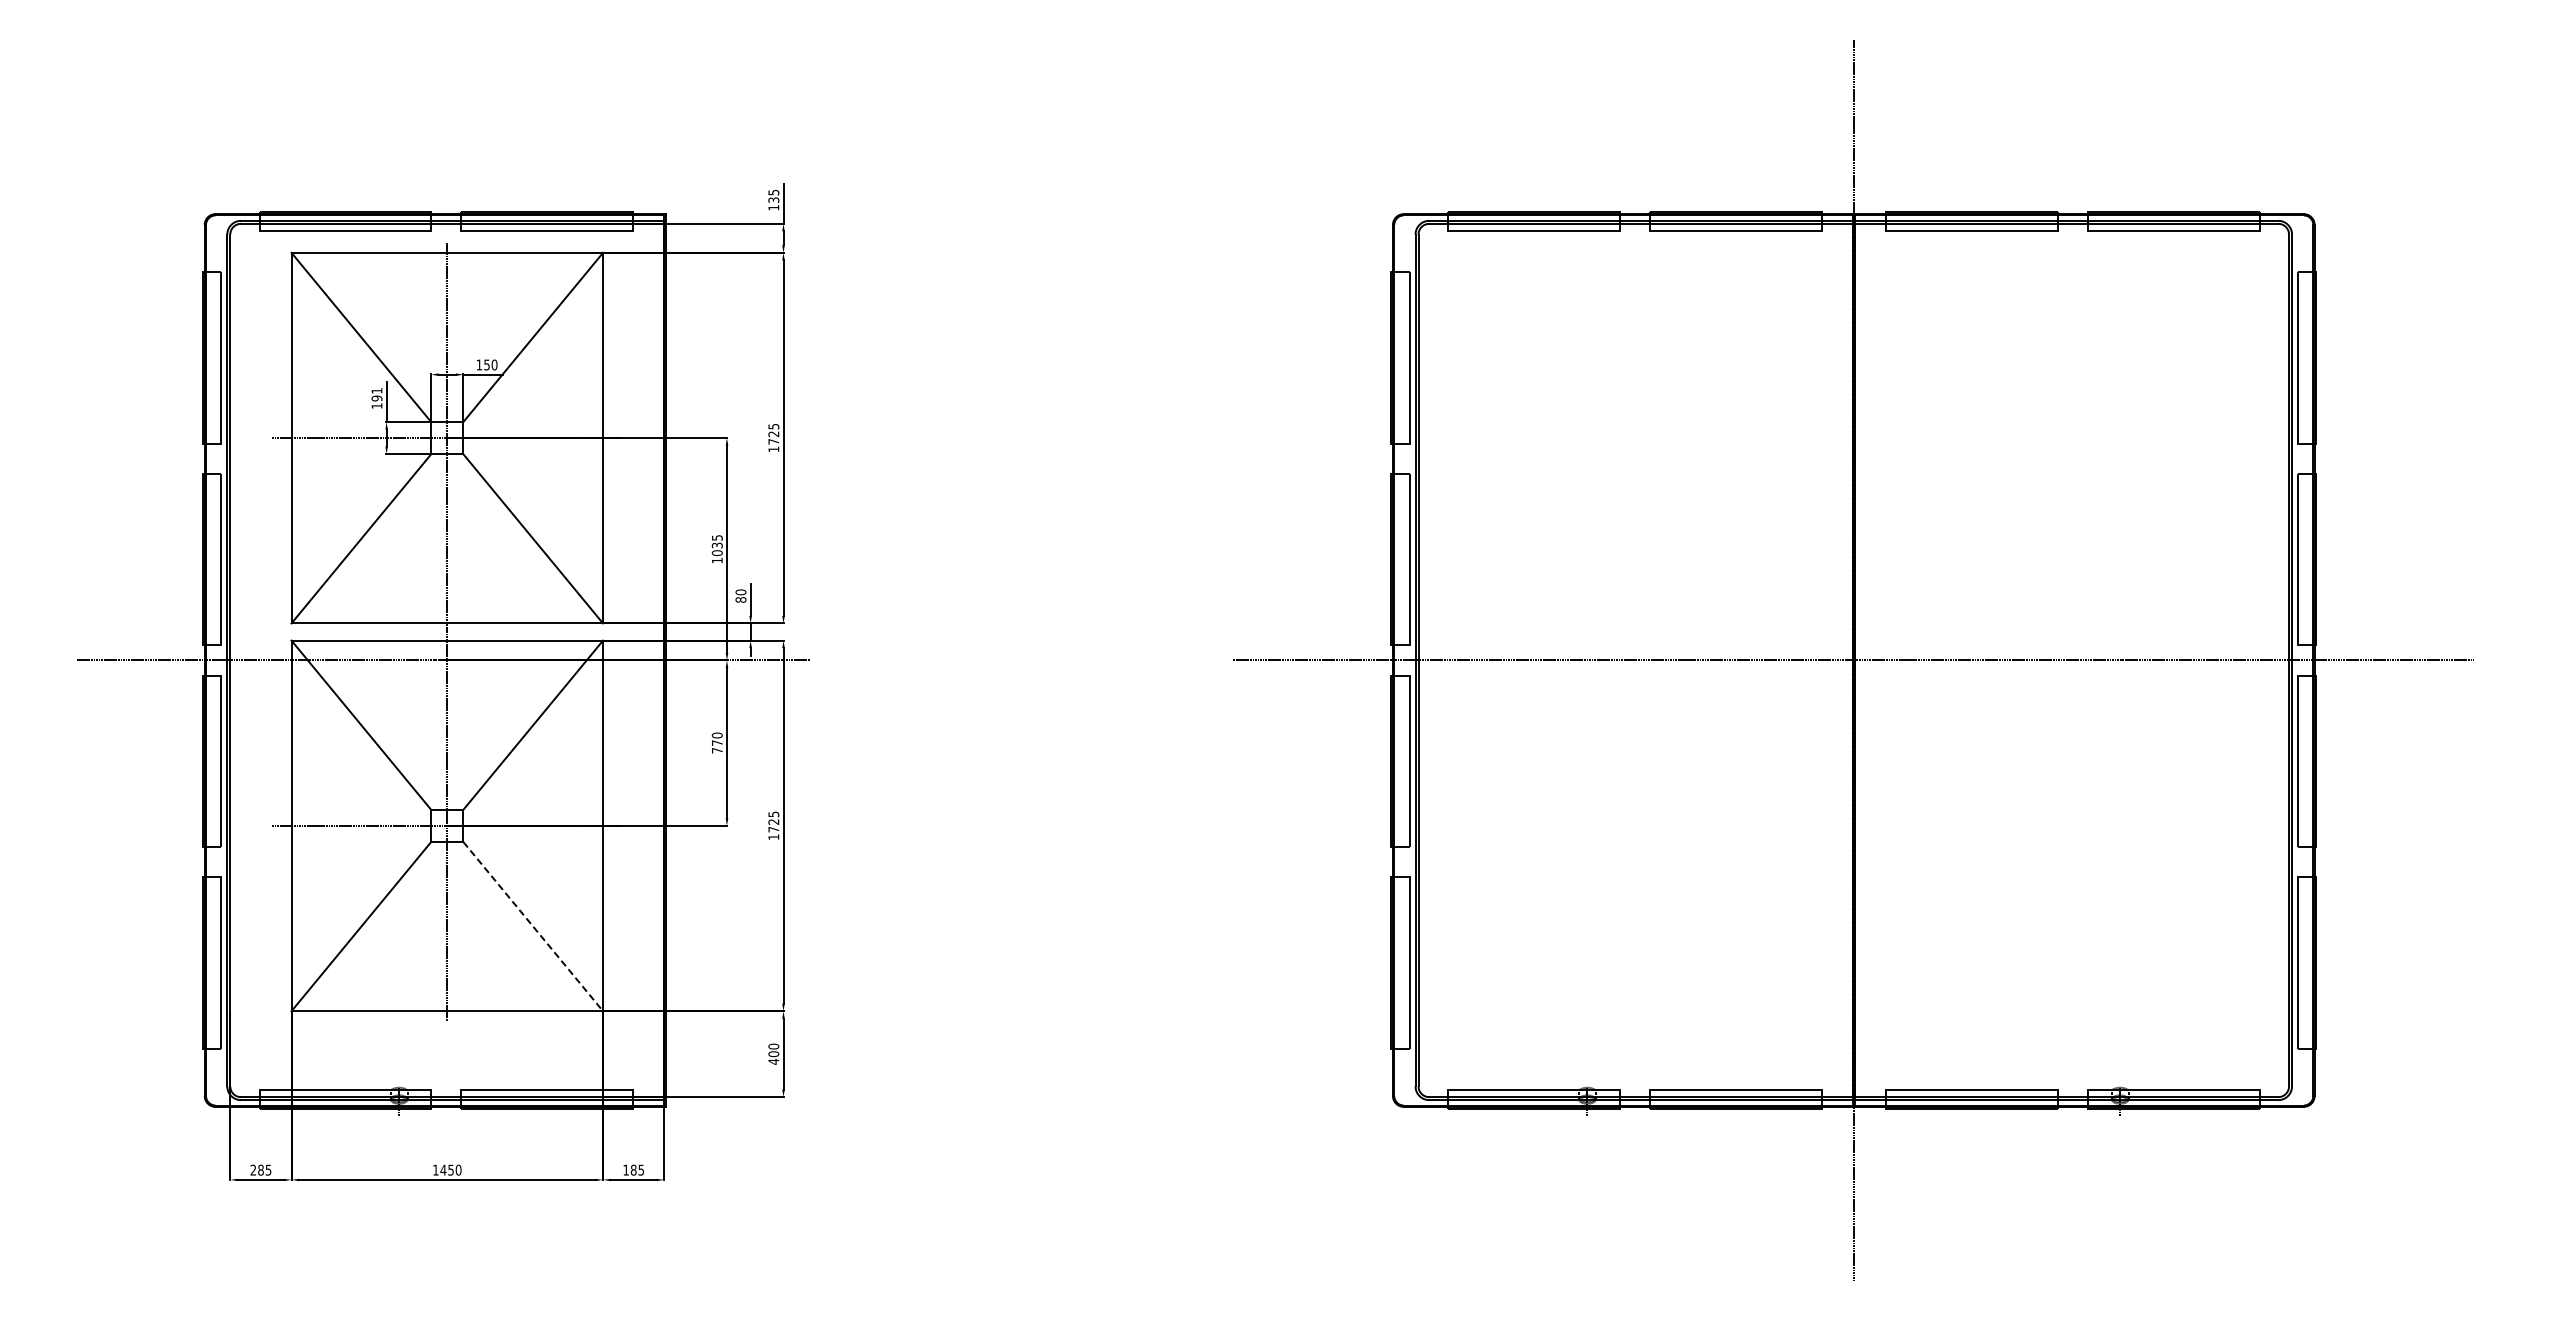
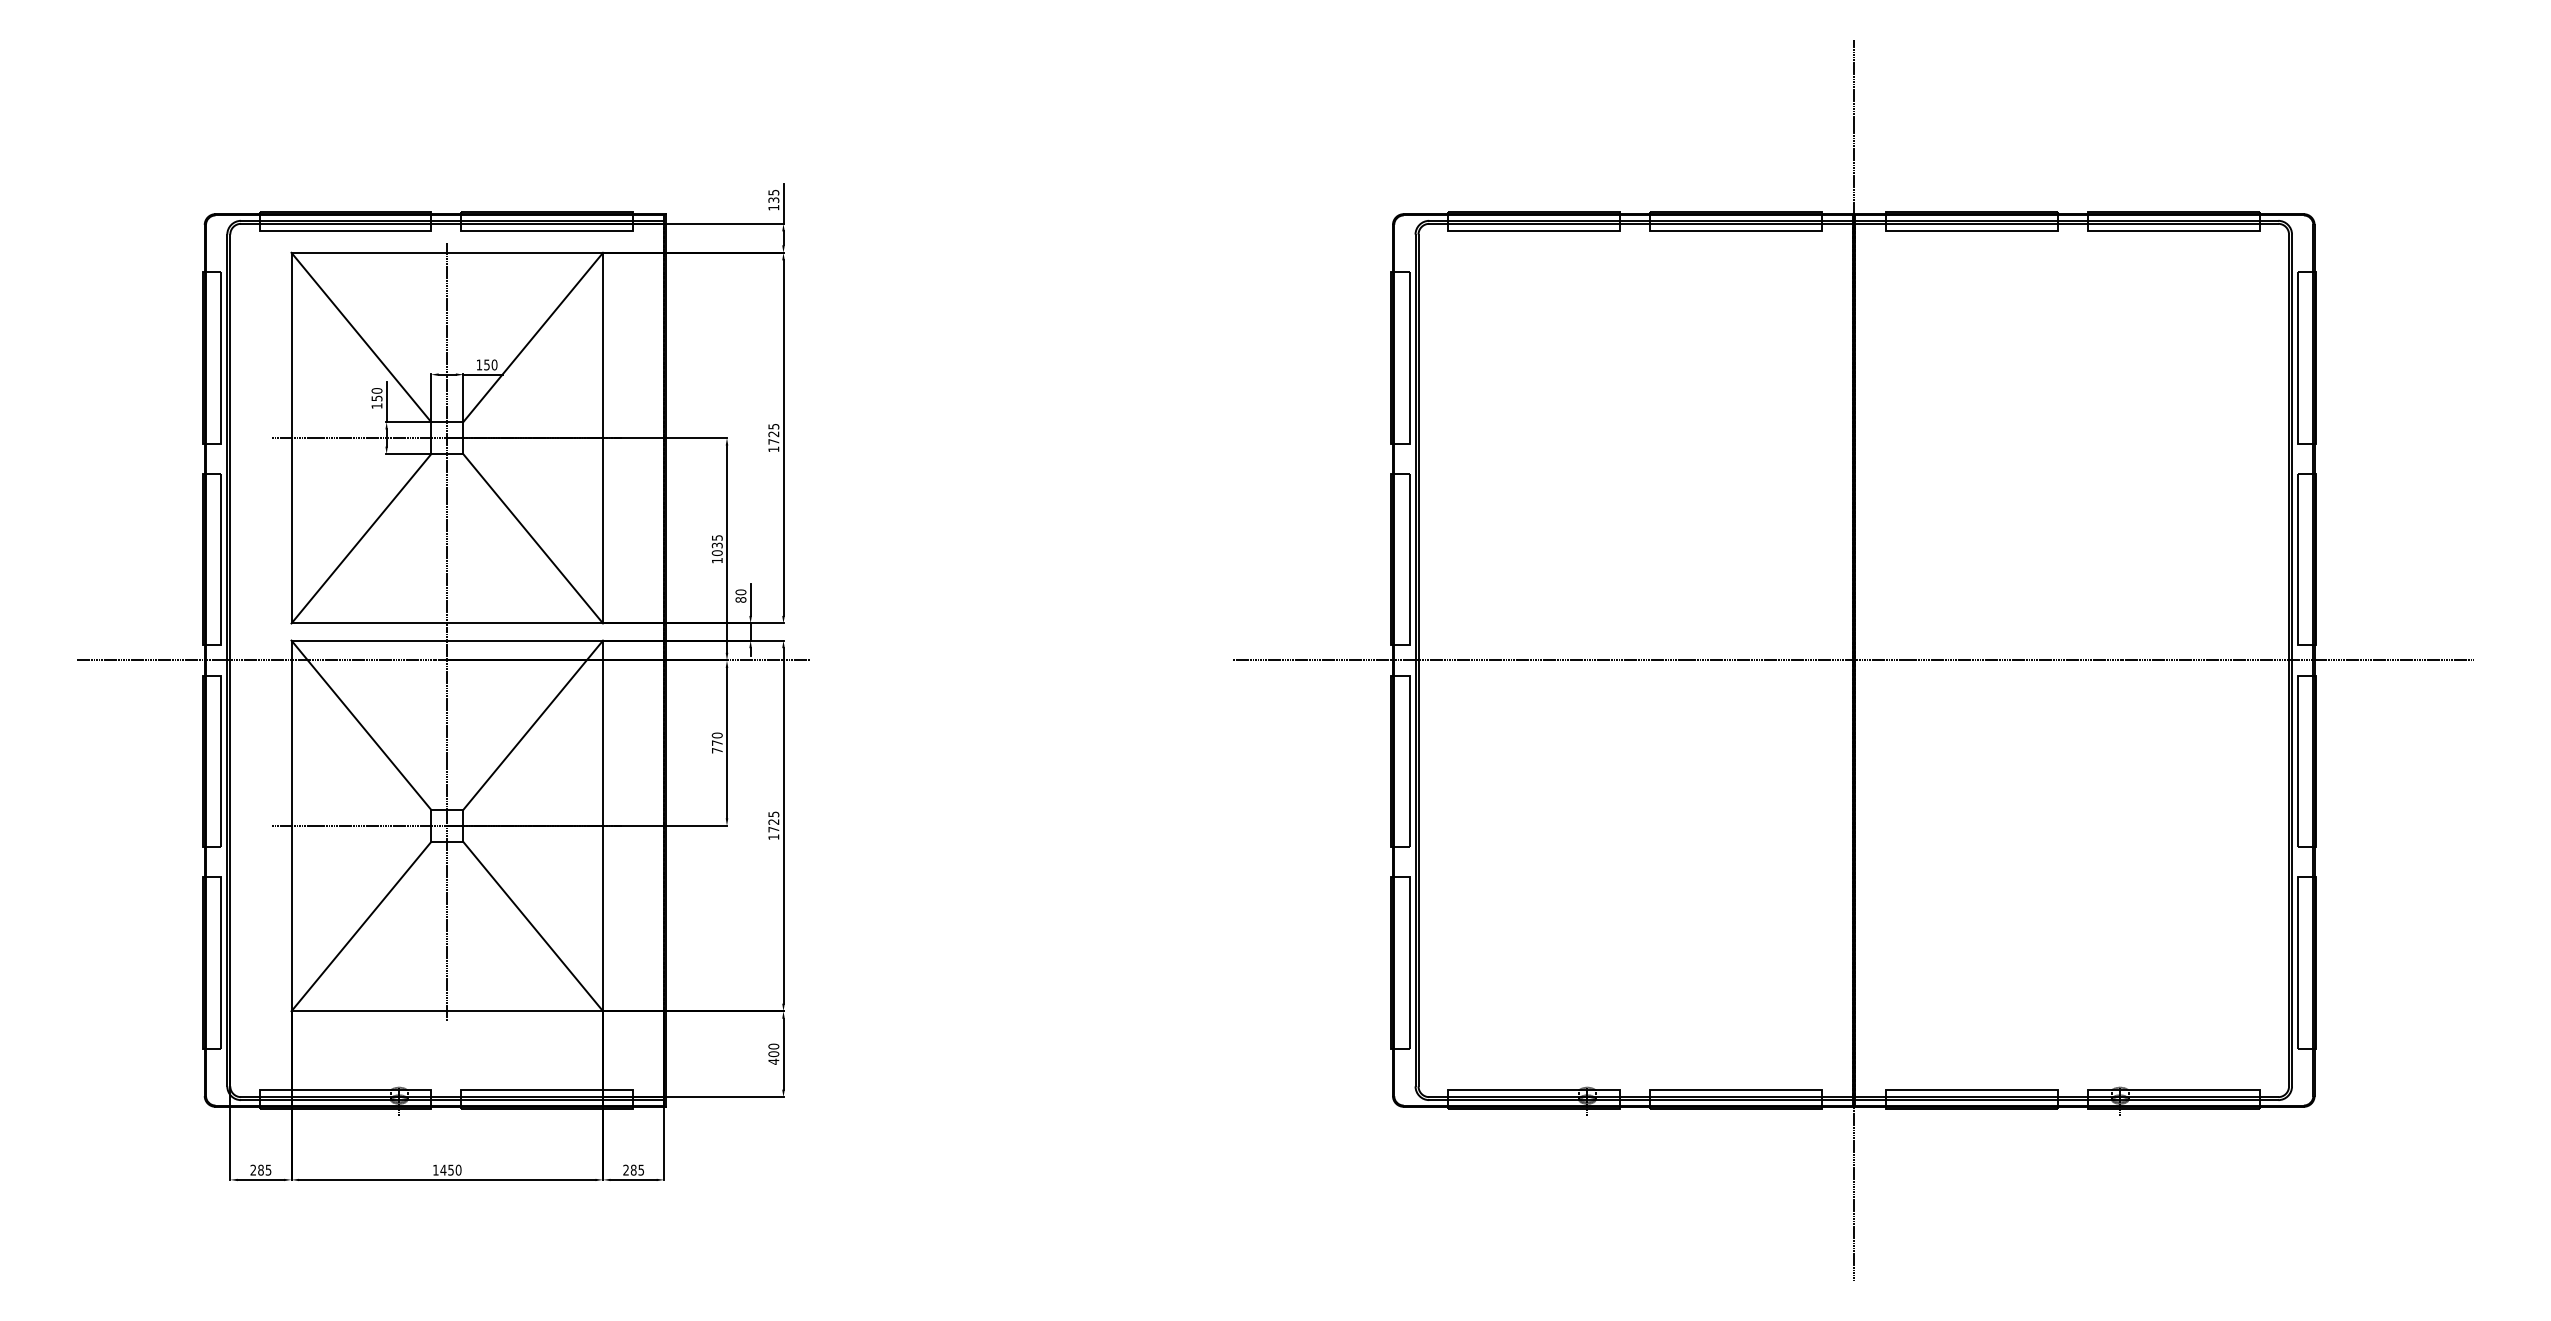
text at (376, 394): 191 -> 150
line at (533, 926): dashed -> solid
text at (625, 1169): 185 -> 285
